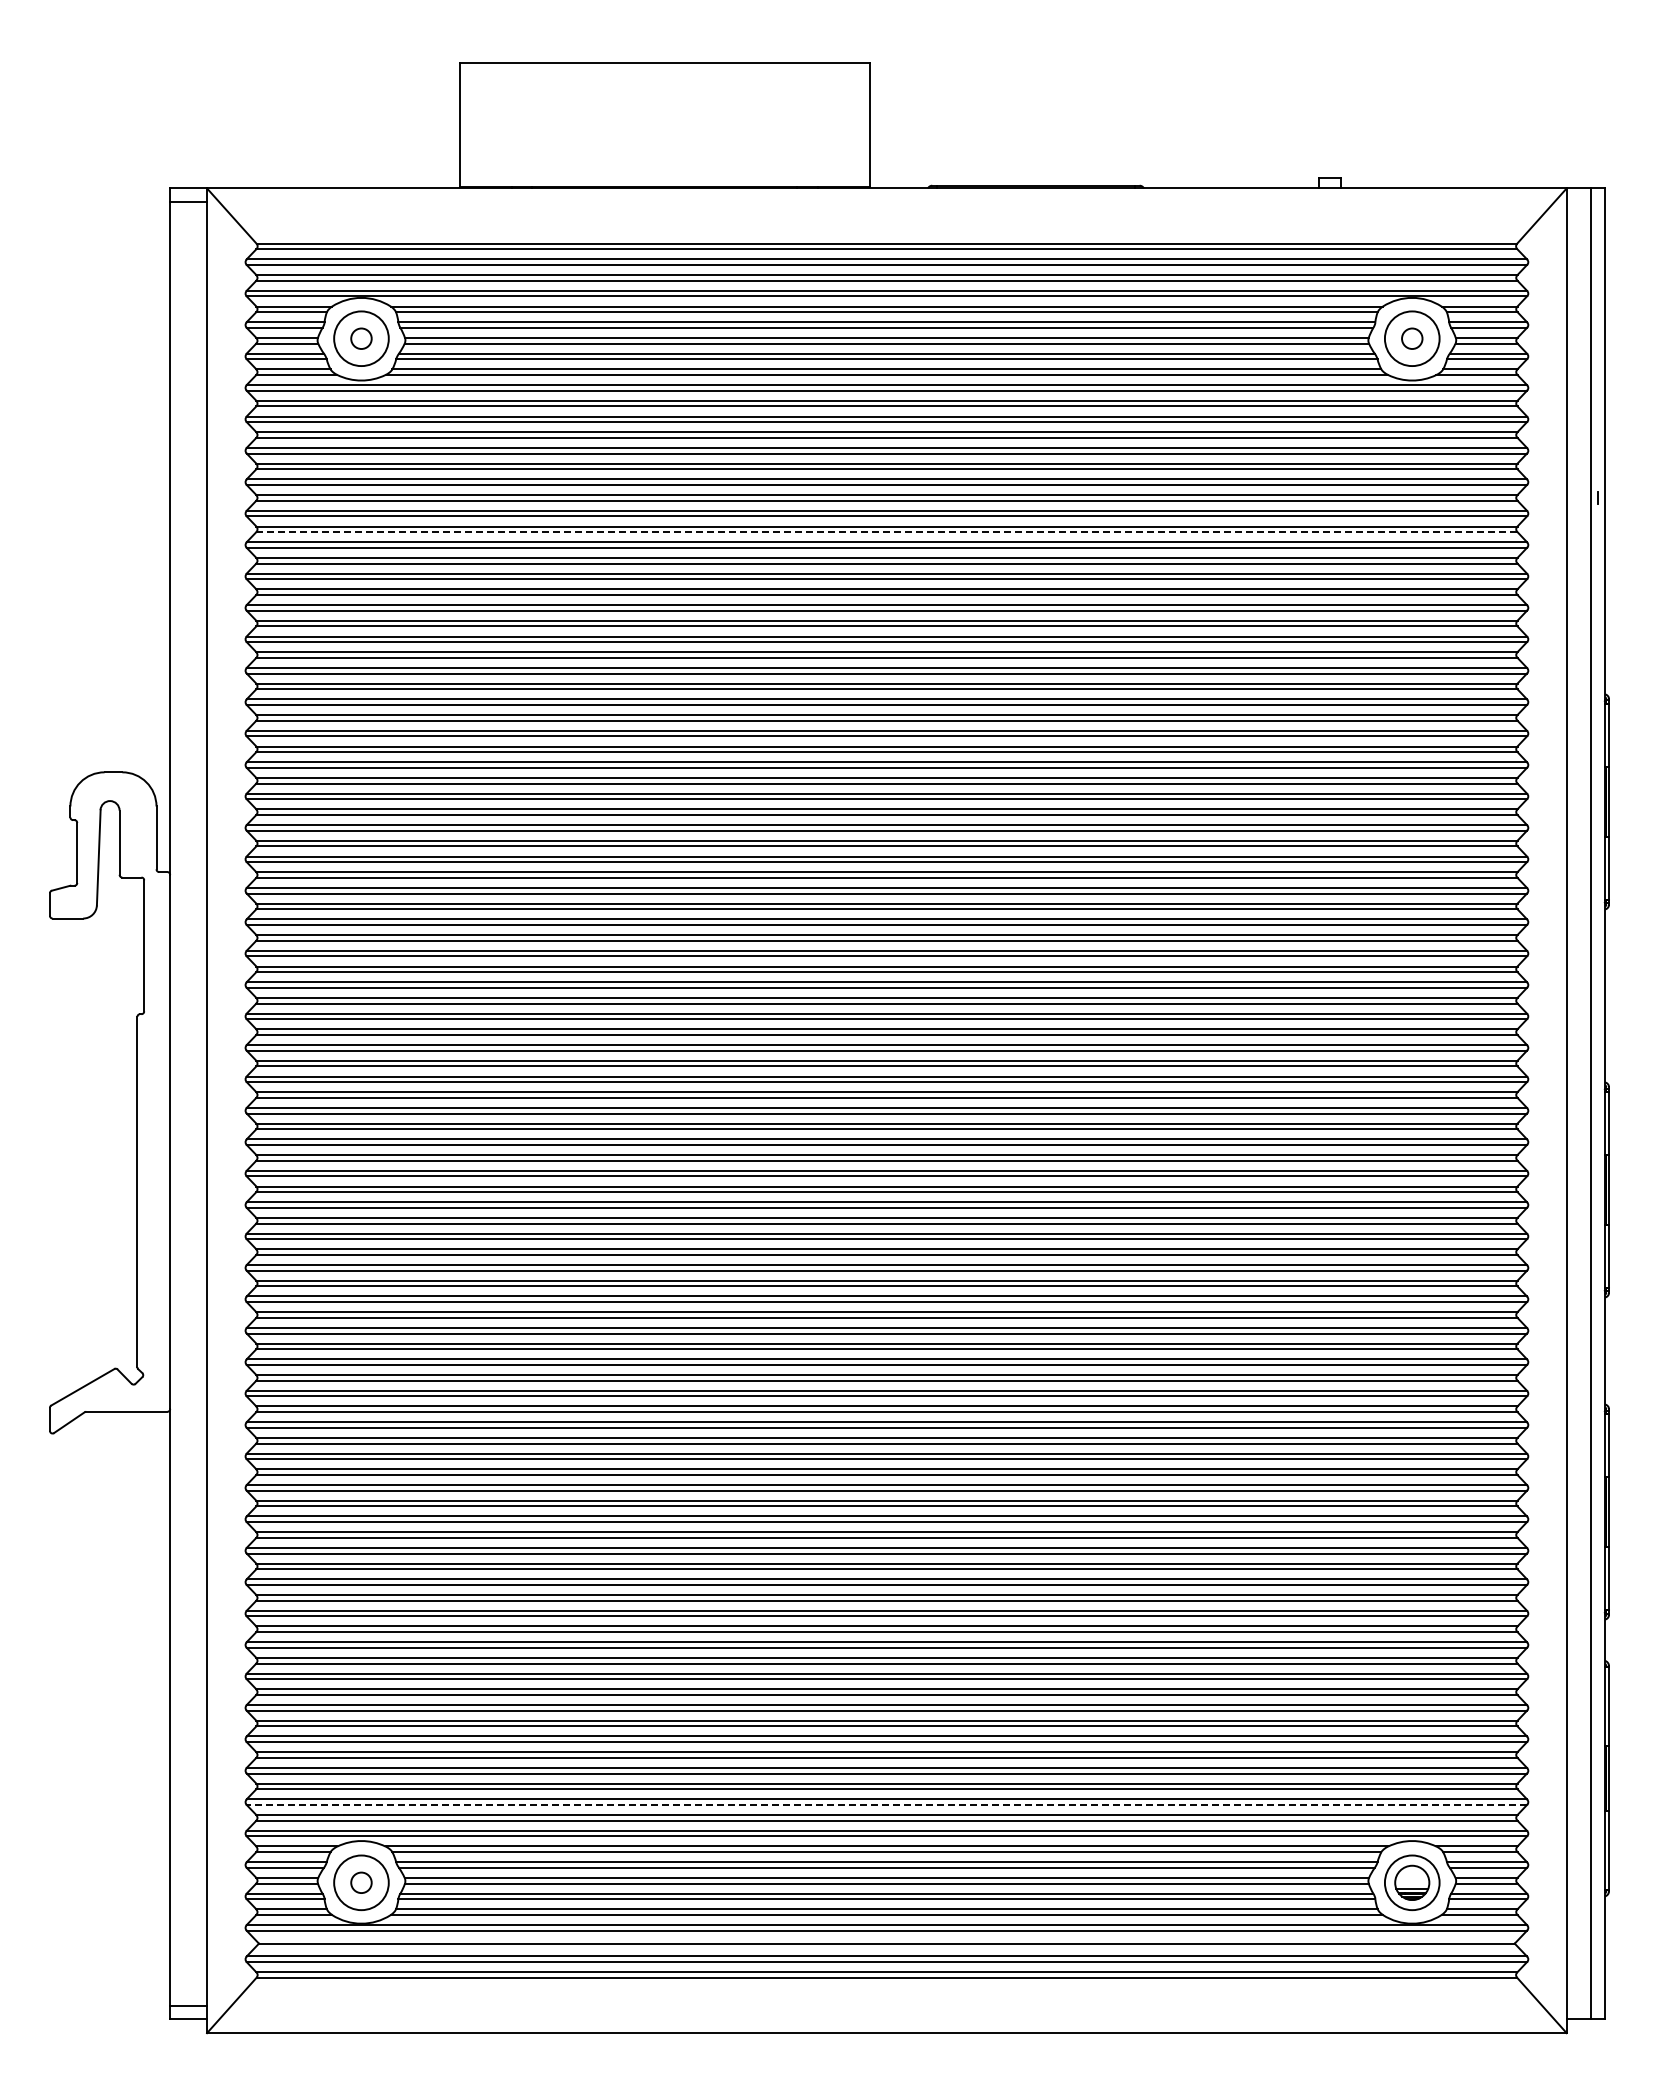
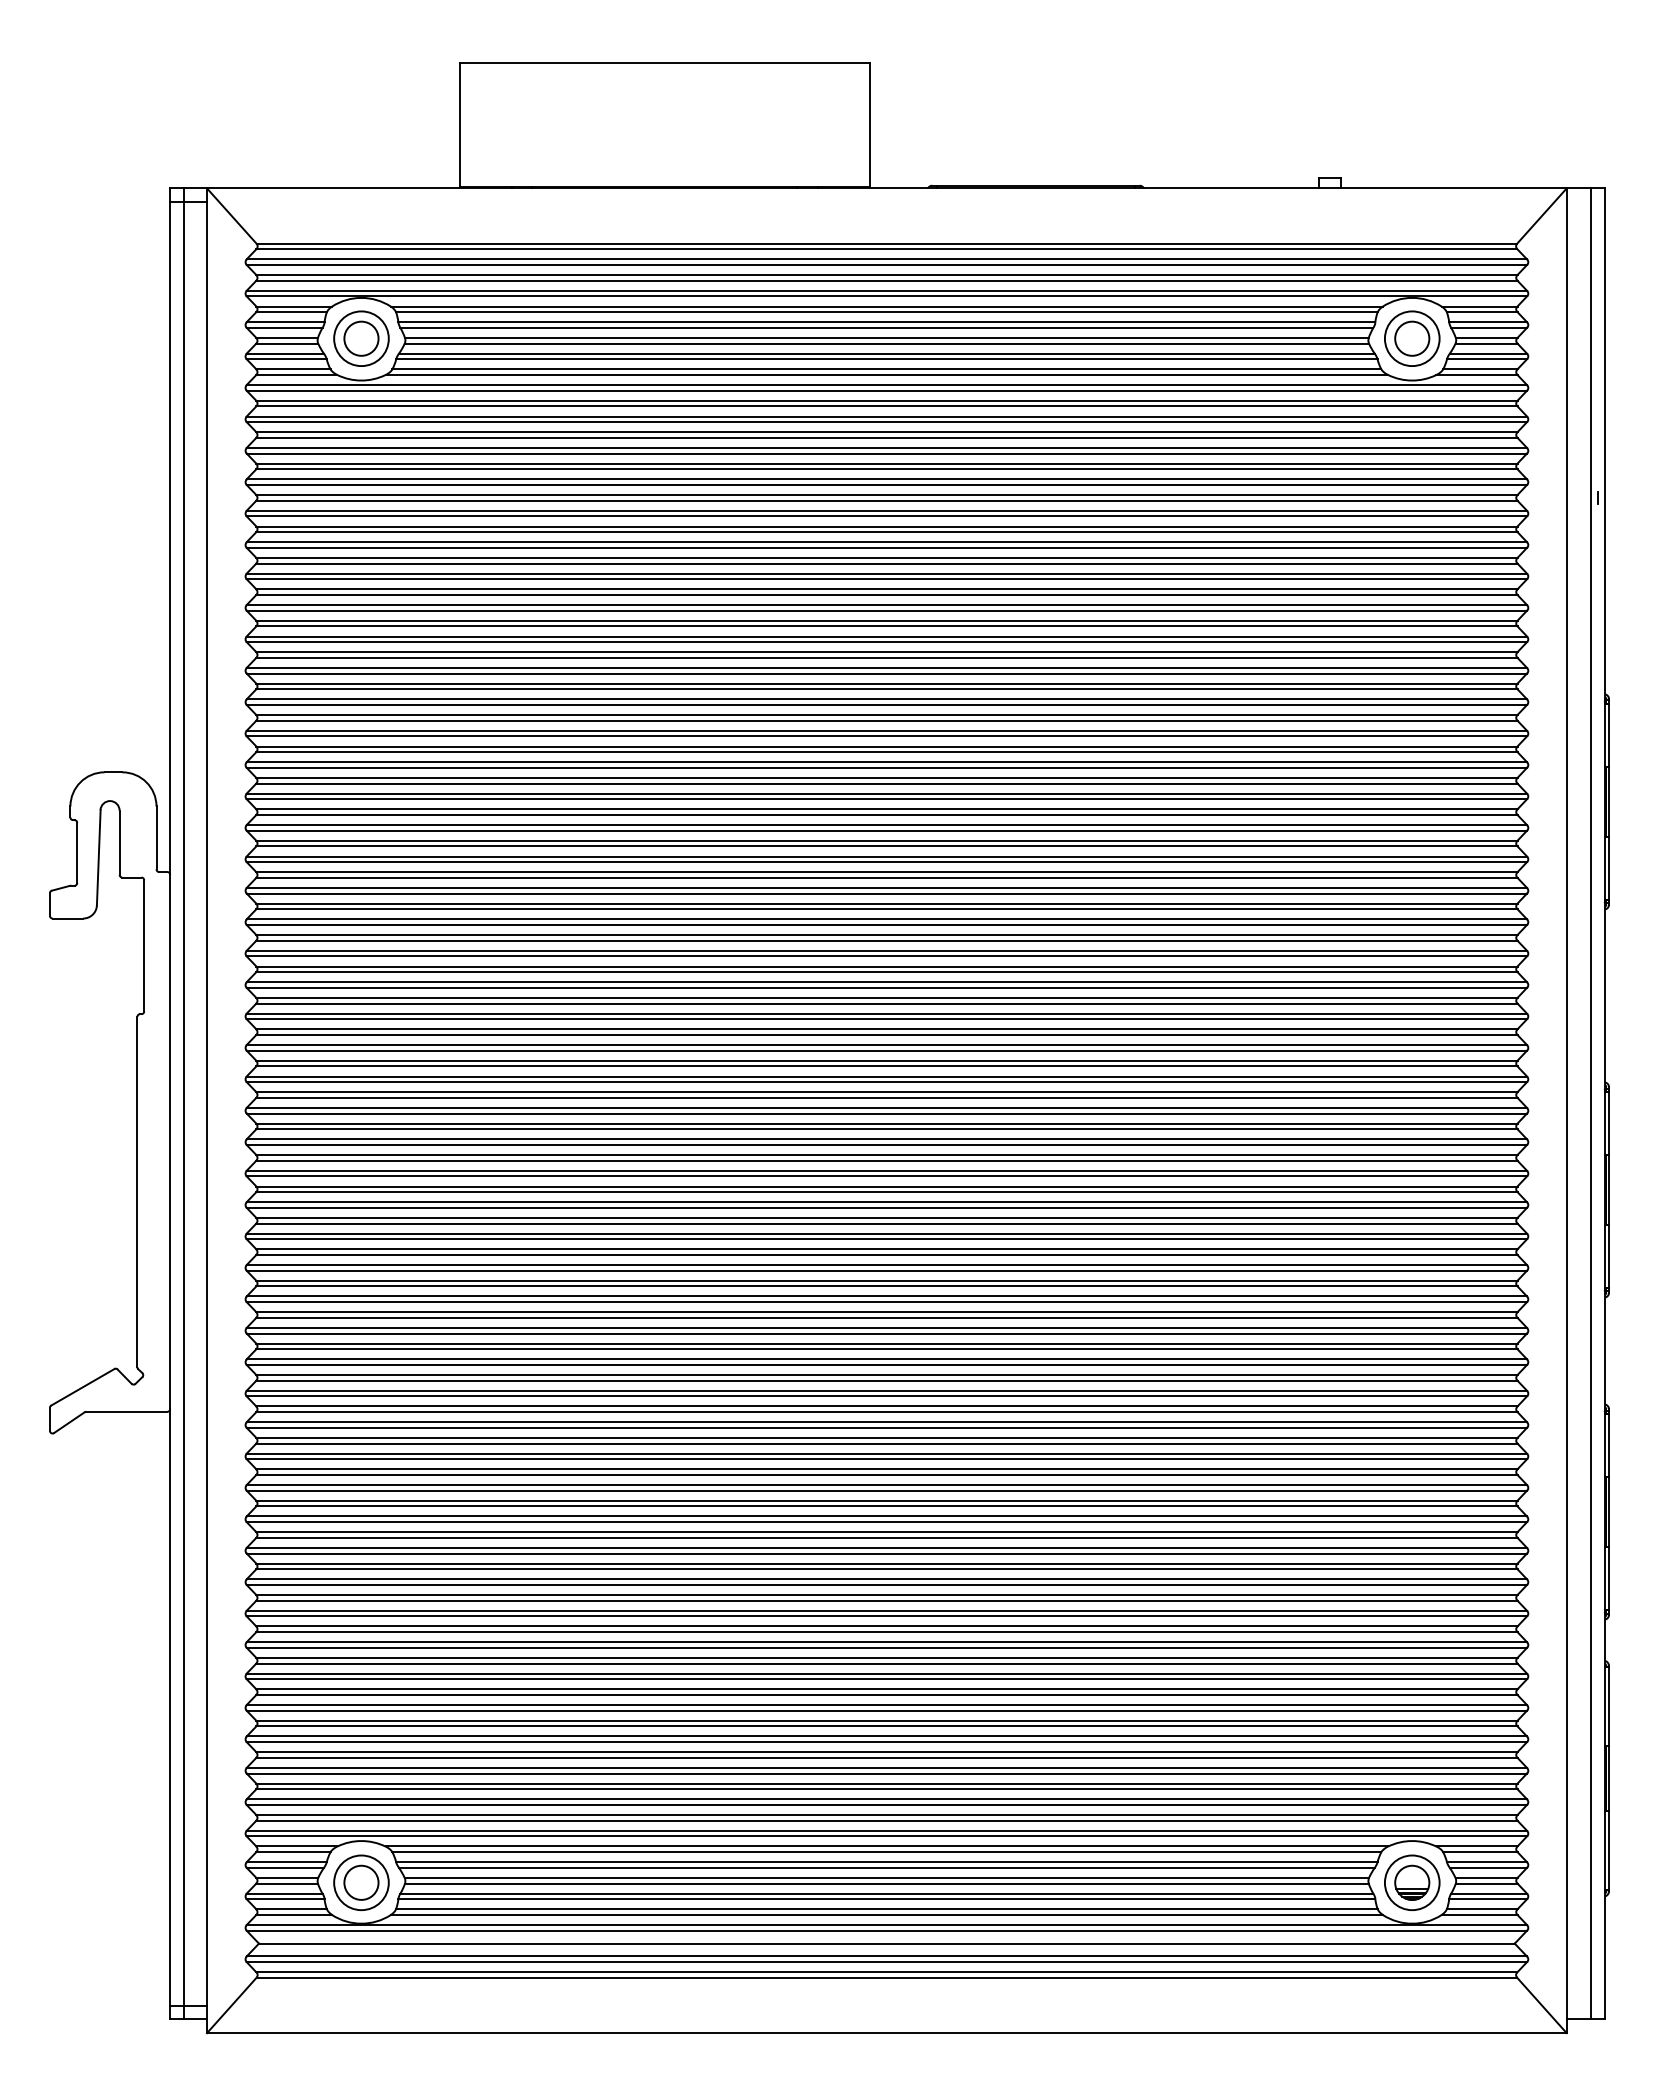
circle at (361, 338) diameter: 20 px -> 34 px
circle at (1412, 338) diameter: 20 px -> 34 px
line at (886, 532): dashed -> solid
line at (183, 1103): none -> present
line at (886, 1804): dashed -> solid
circle at (361, 1882) diameter: 20 px -> 34 px
